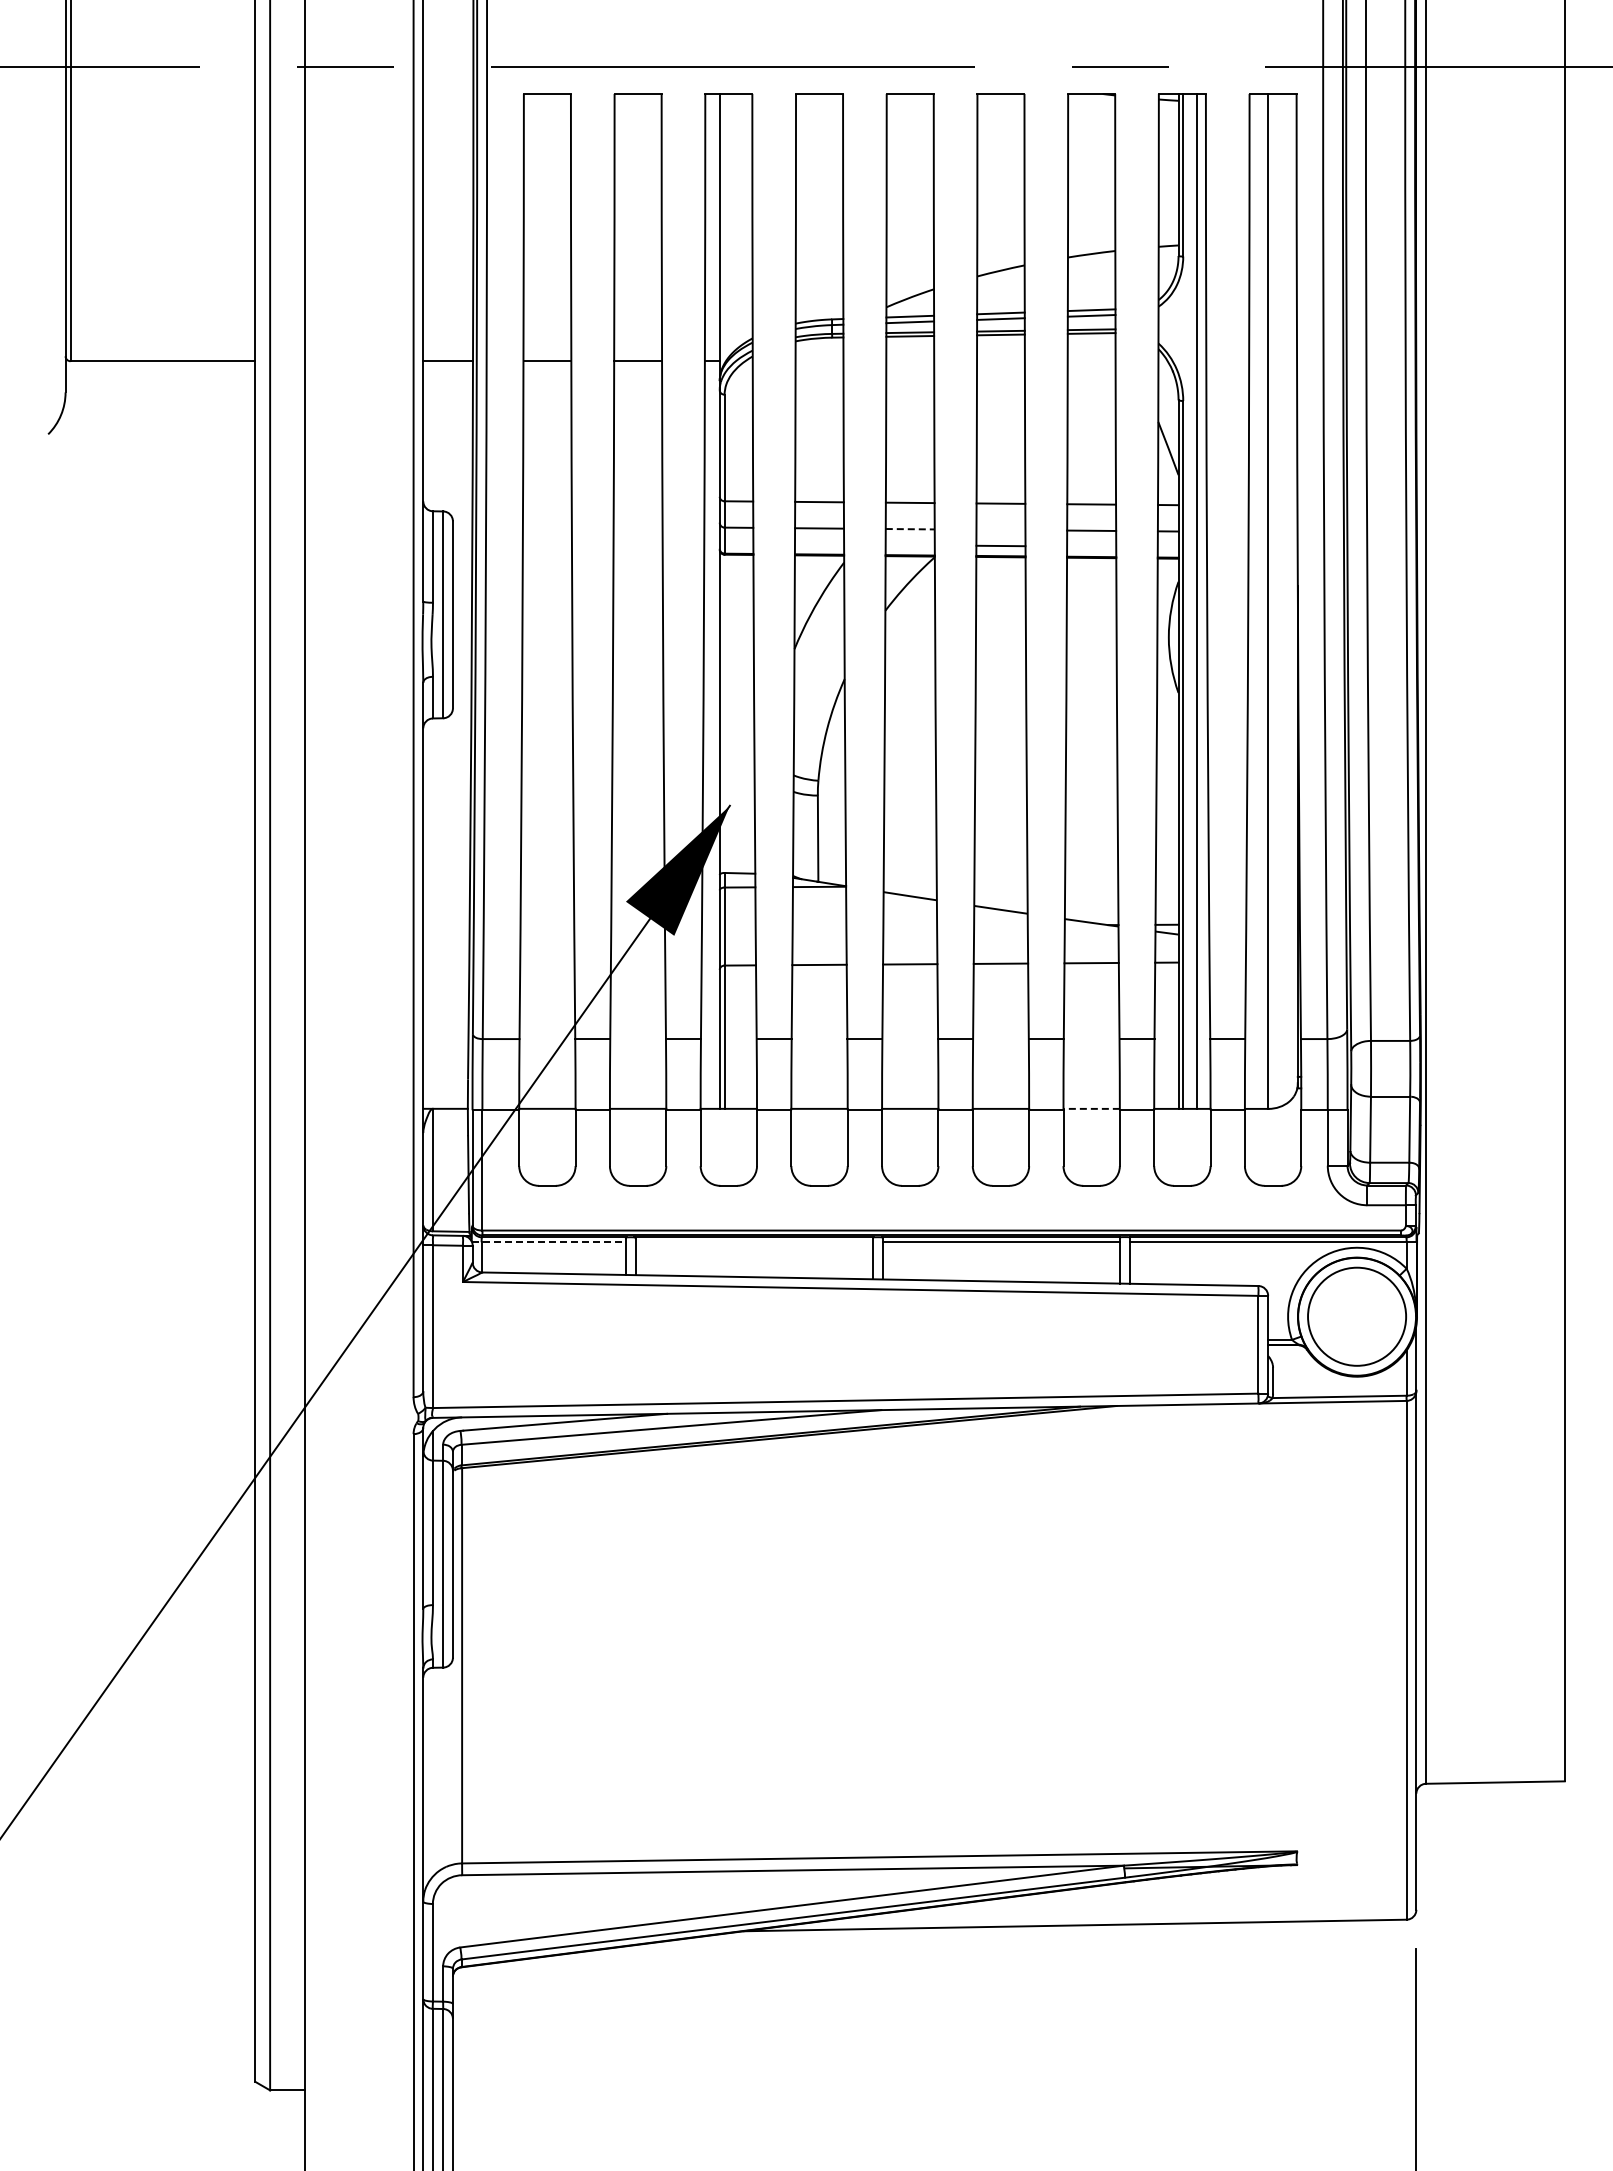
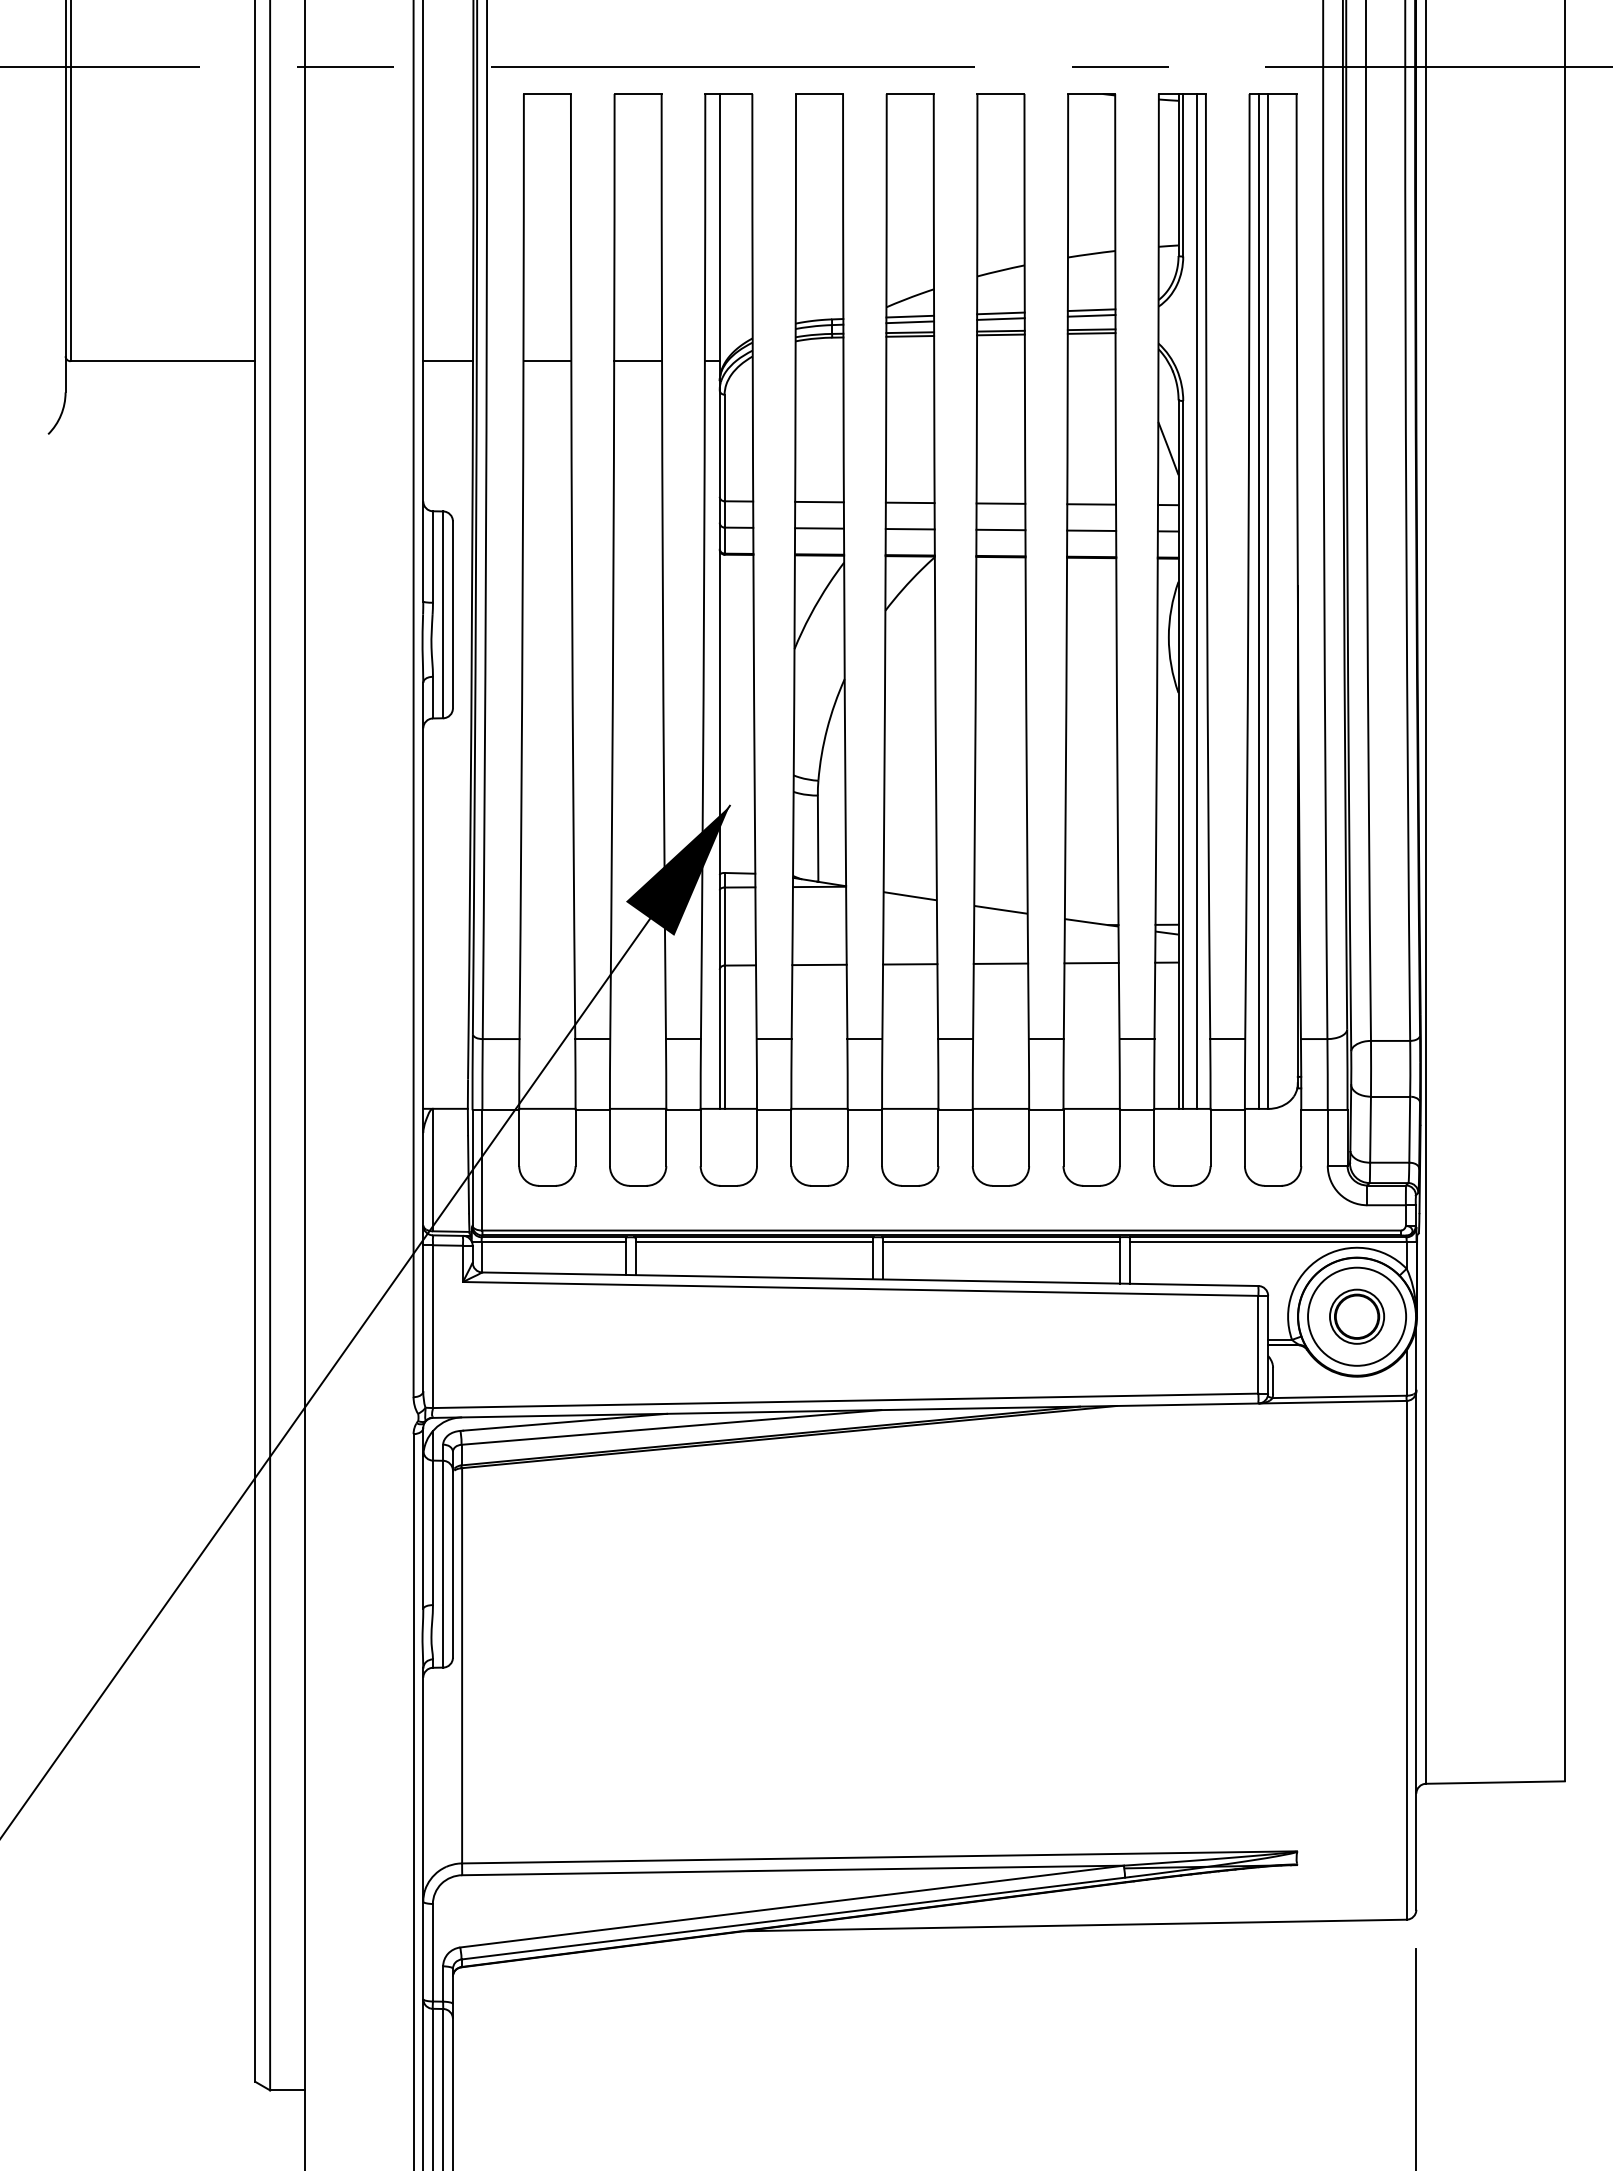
line at (910, 529): dashed -> solid
line at (1000, 545) position: (1000, 545) -> (1000, 529)
line at (1259, 600): none -> present
line at (1091, 1108): dashed -> solid
line at (548, 1242): dashed -> solid
line at (753, 1242): none -> present
part at (1357, 1316): none -> present
